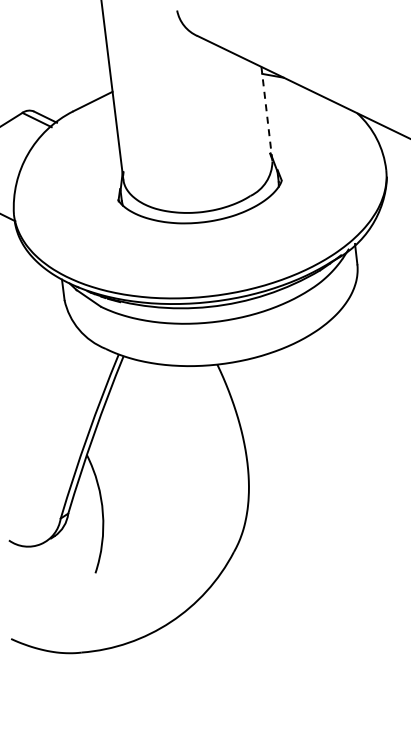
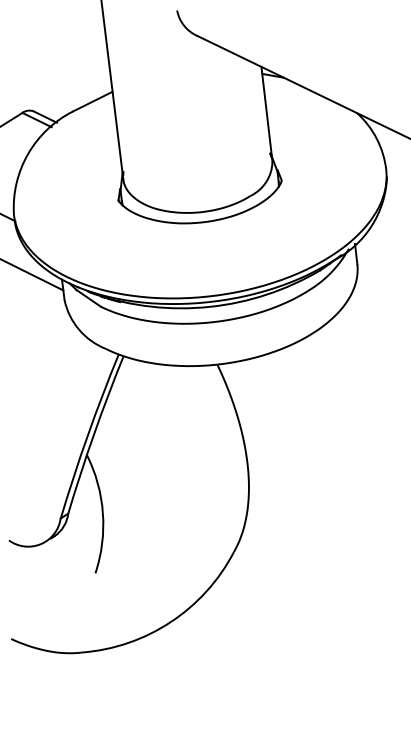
line at (266, 114): dashed -> solid
line at (32, 275): none -> present
